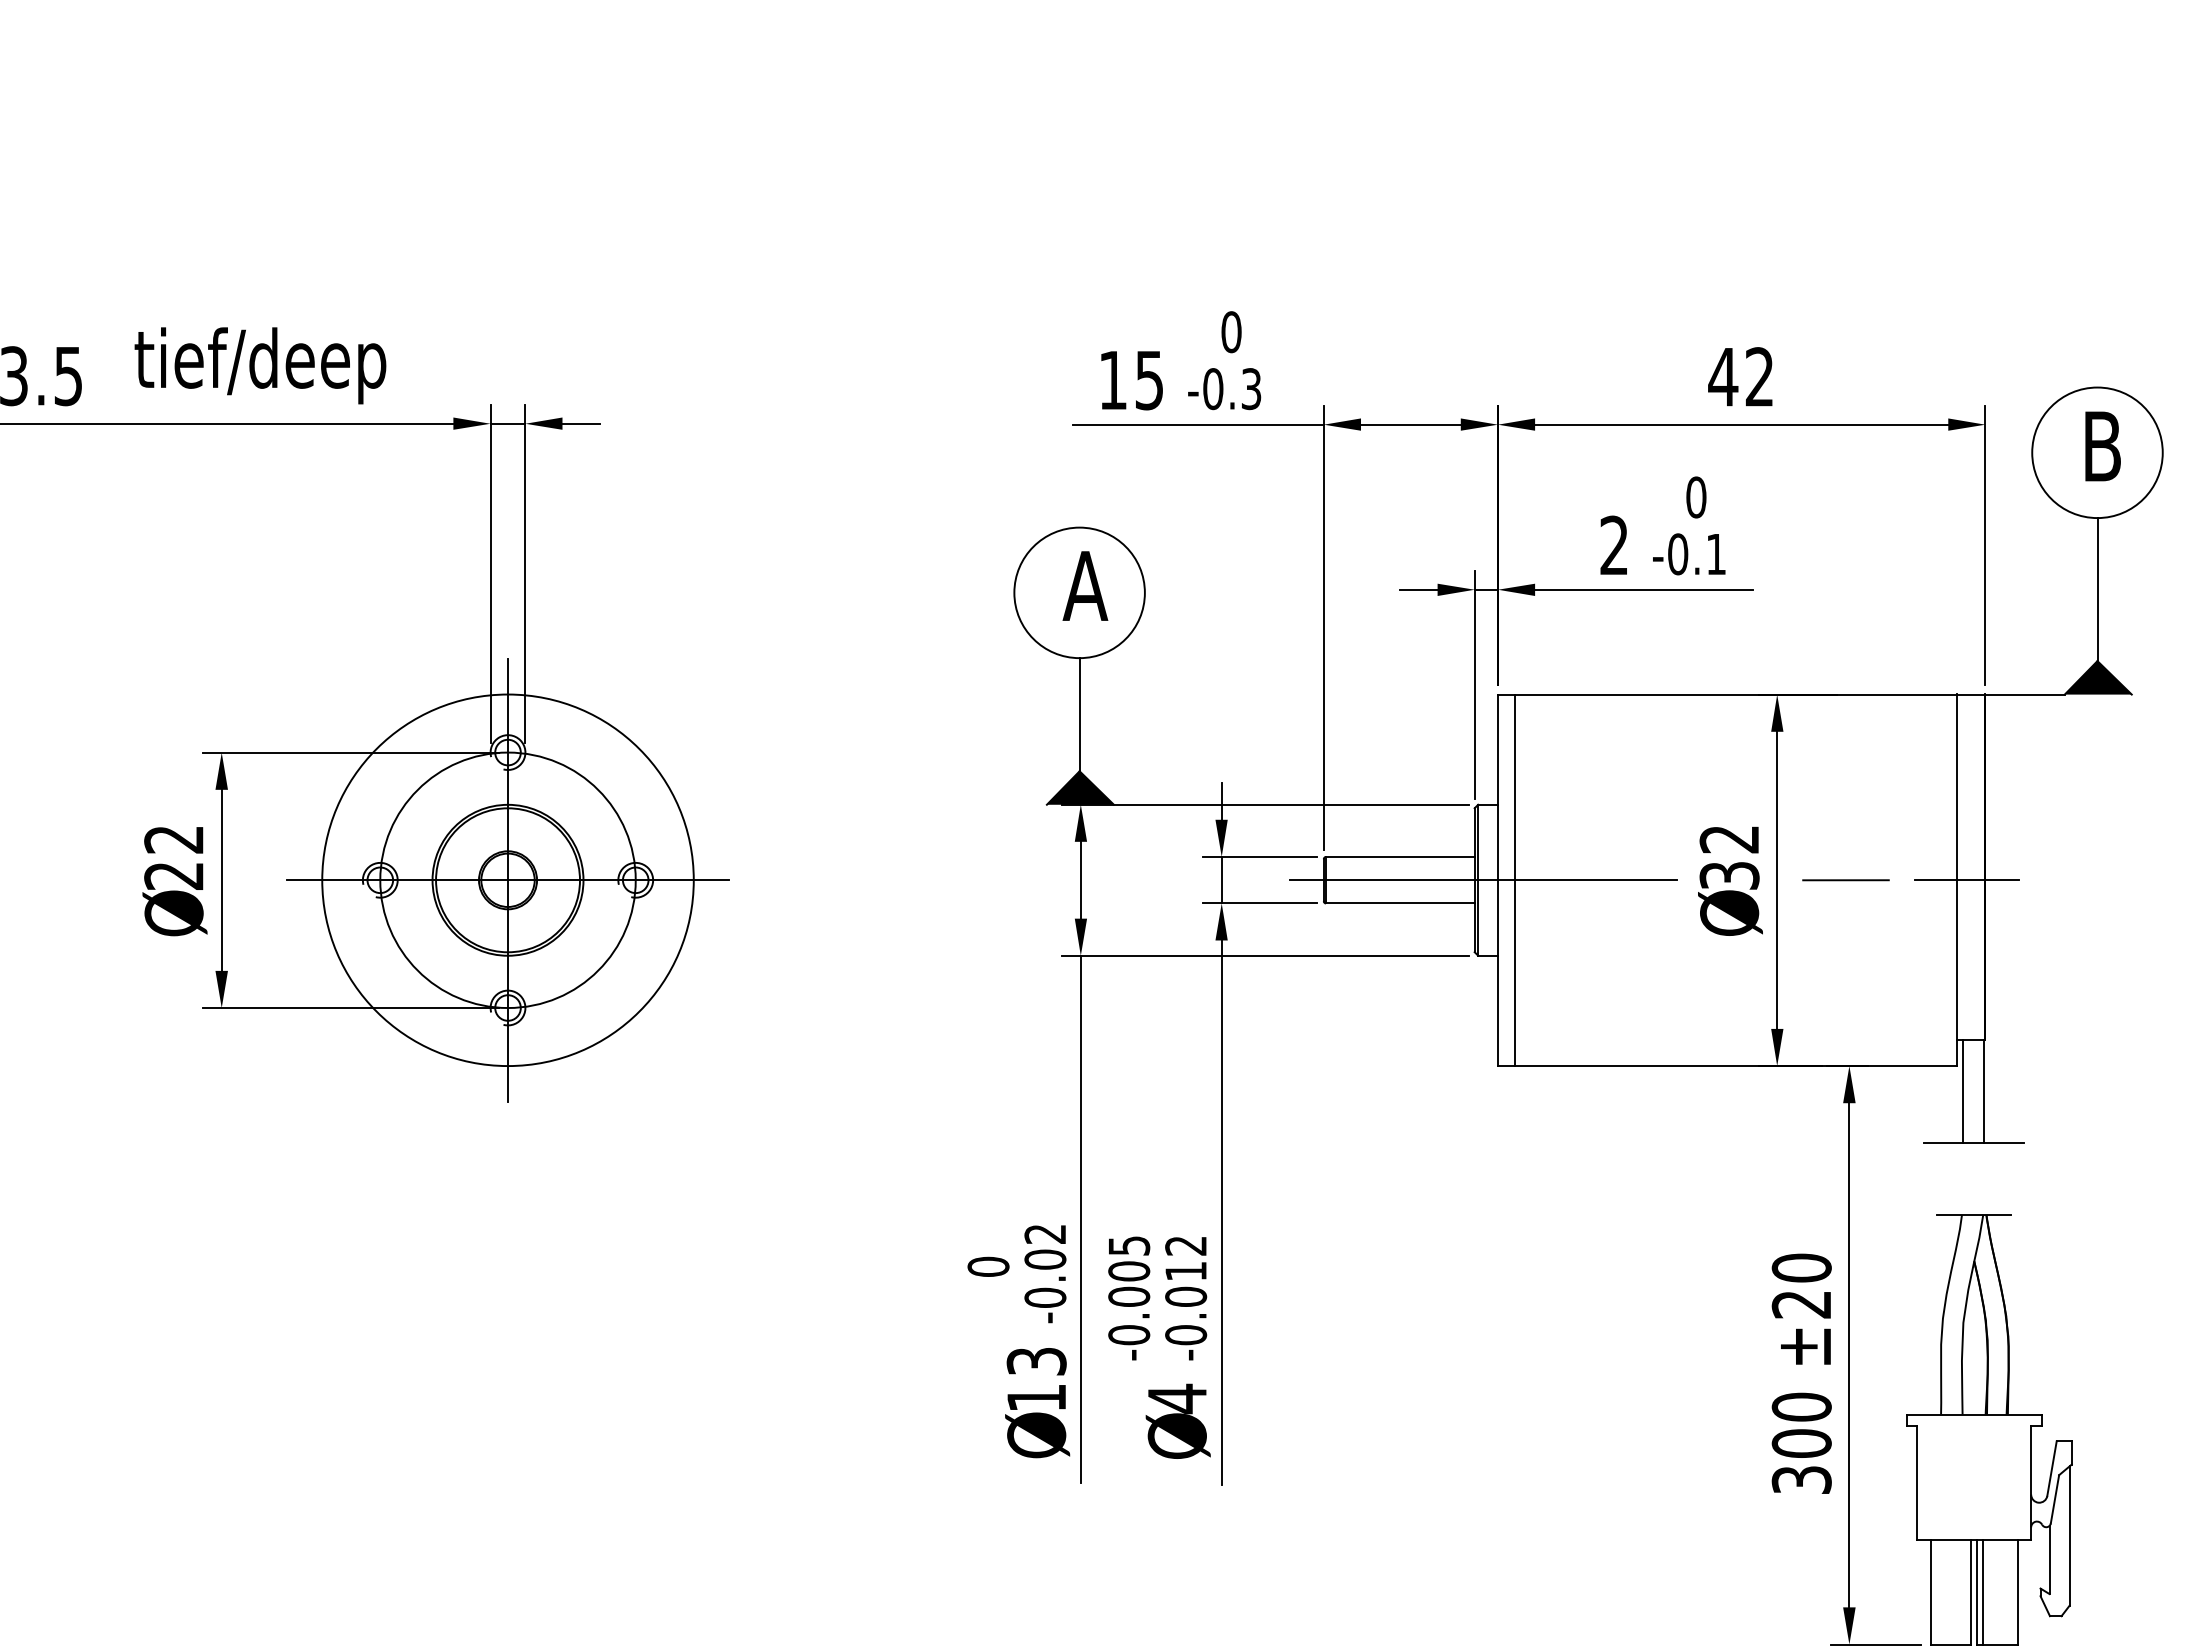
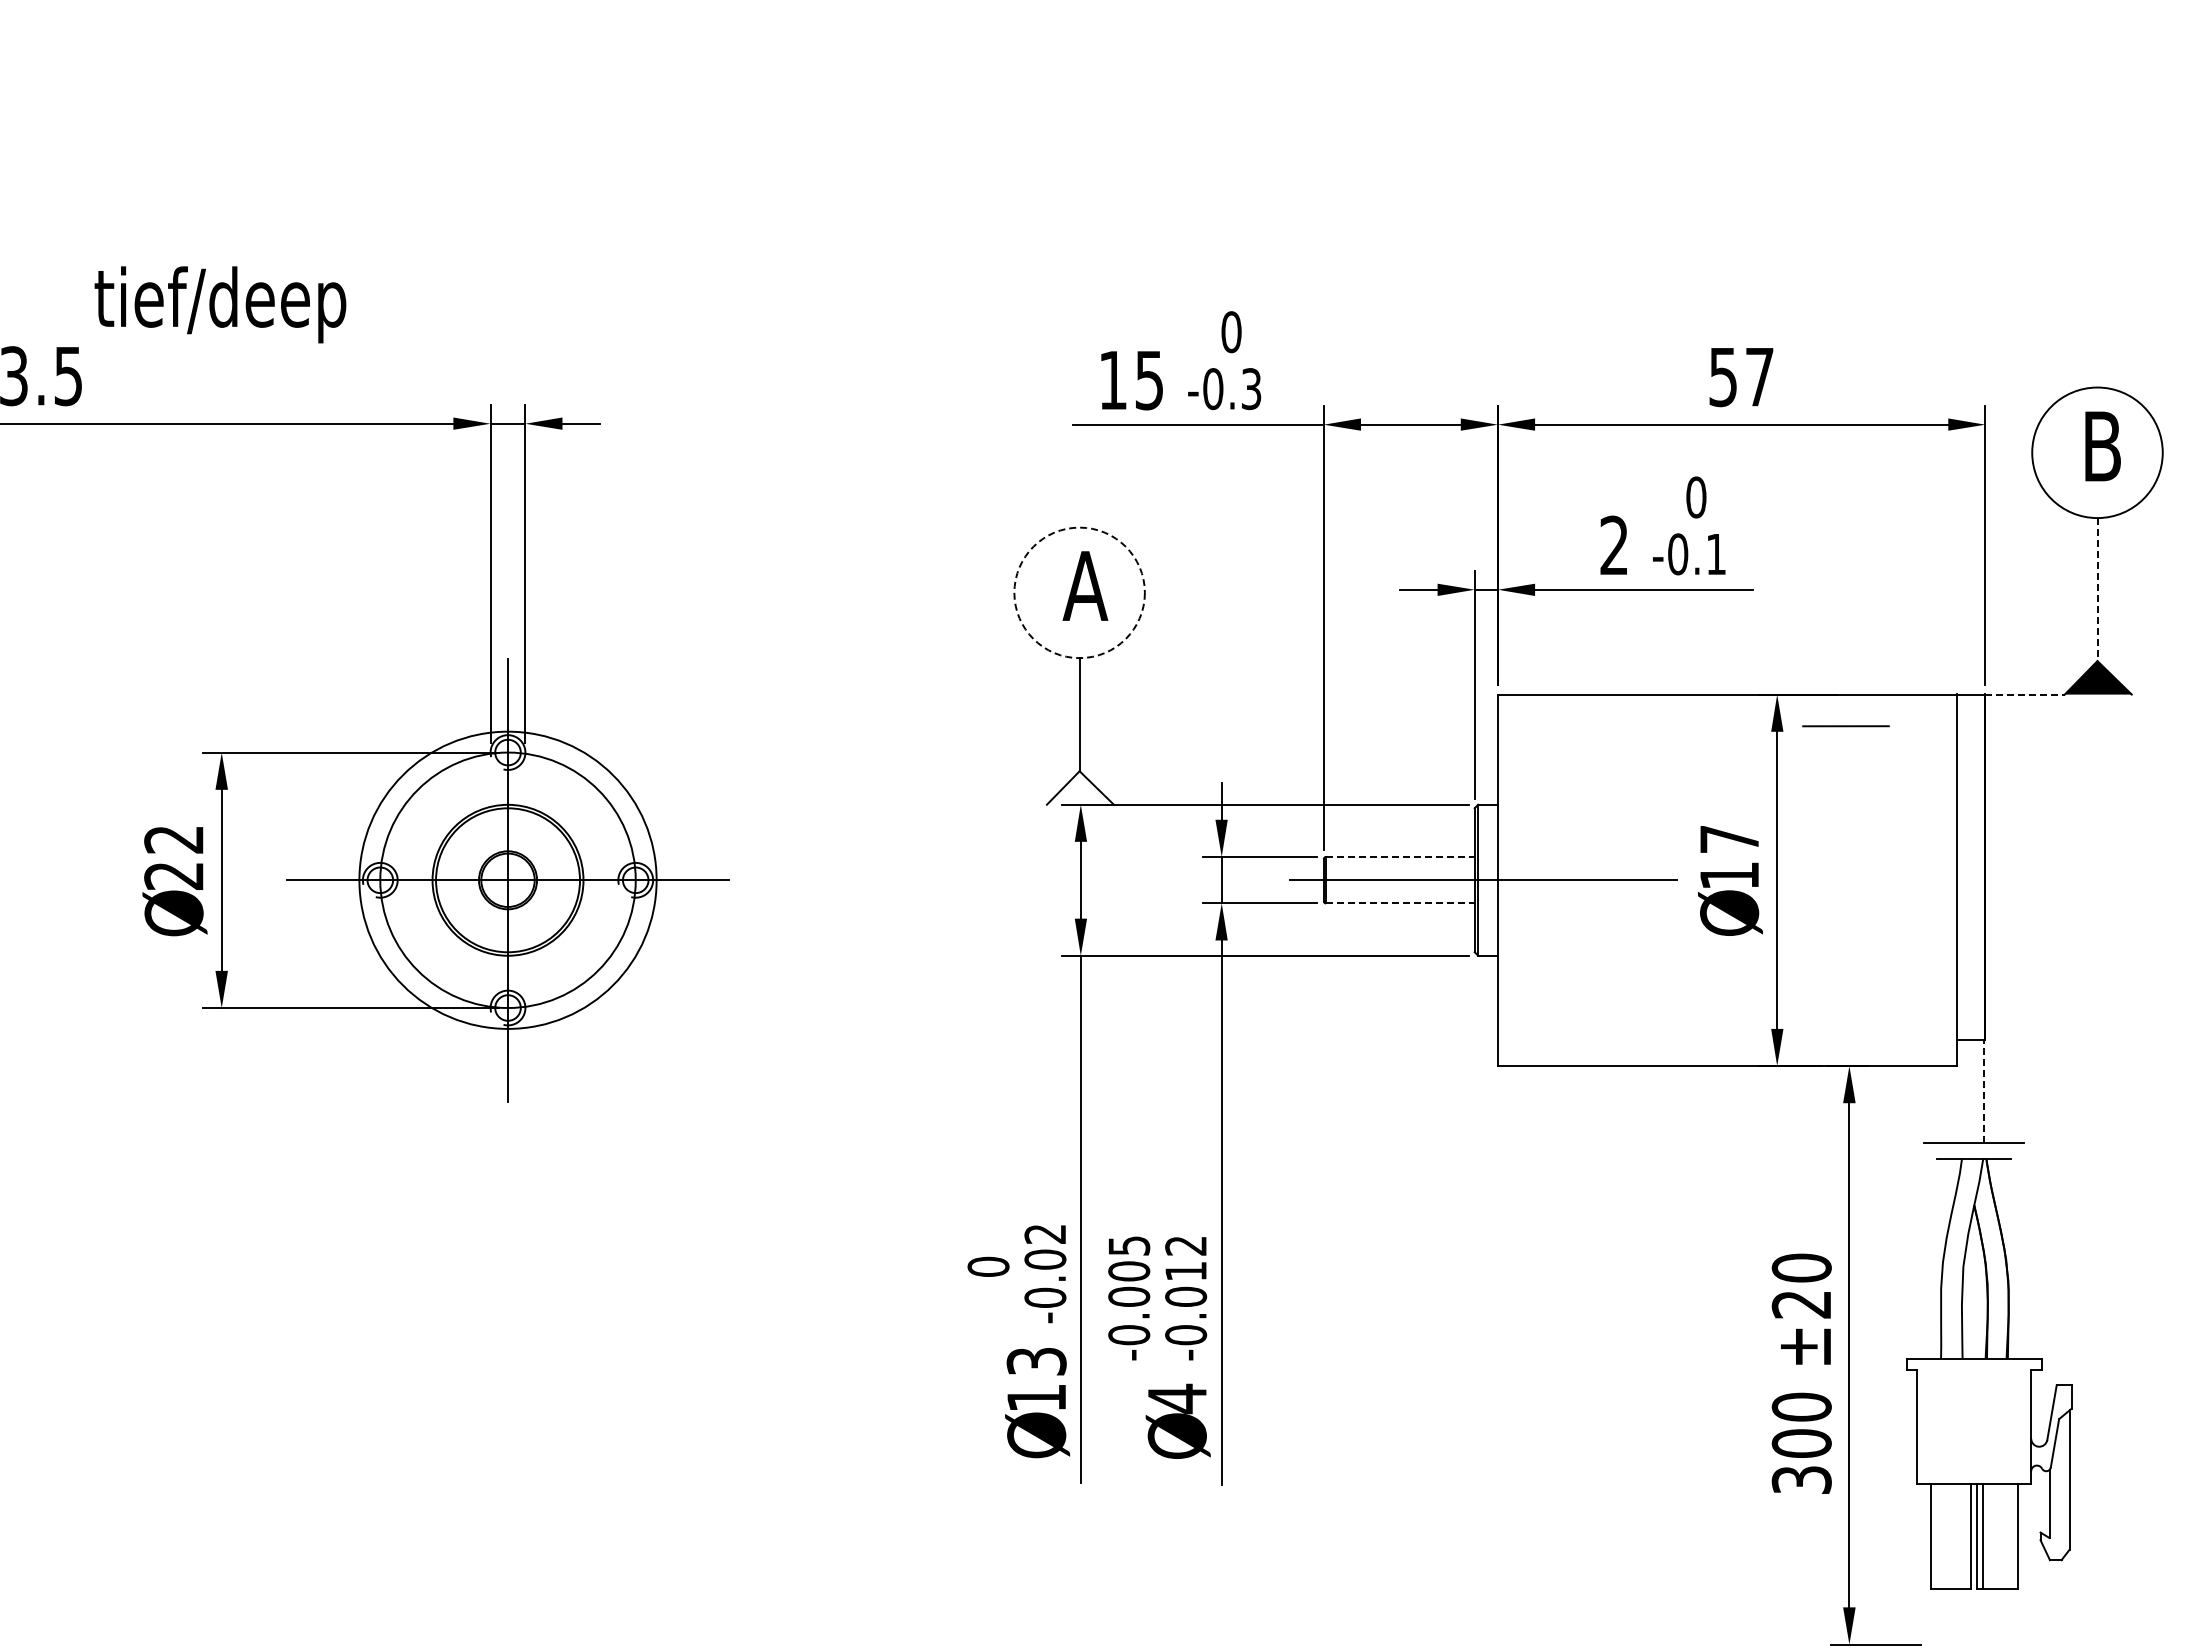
text at (260, 365) position: (260, 365) -> (220, 304)
text at (1740, 377): 42 -> 57
line at (2097, 589): solid -> dashed
circle at (1079, 592): solid -> dashed
line at (2025, 694): solid -> dashed
fill at (1079, 787): present -> none
line at (1400, 857): solid -> dashed
text at (1729, 857): 32 -> 17
circle at (507, 880) diameter: 372 px -> 297 px
line at (1515, 880): present -> none
line at (1845, 880) position: (1845, 880) -> (1845, 726)
line at (1966, 880): present -> none
line at (1400, 903): solid -> dashed
line at (1963, 1091): present -> none
line at (1984, 1091): solid -> dashed
part at (1989, 1429) position: (1989, 1429) -> (1989, 1373)
